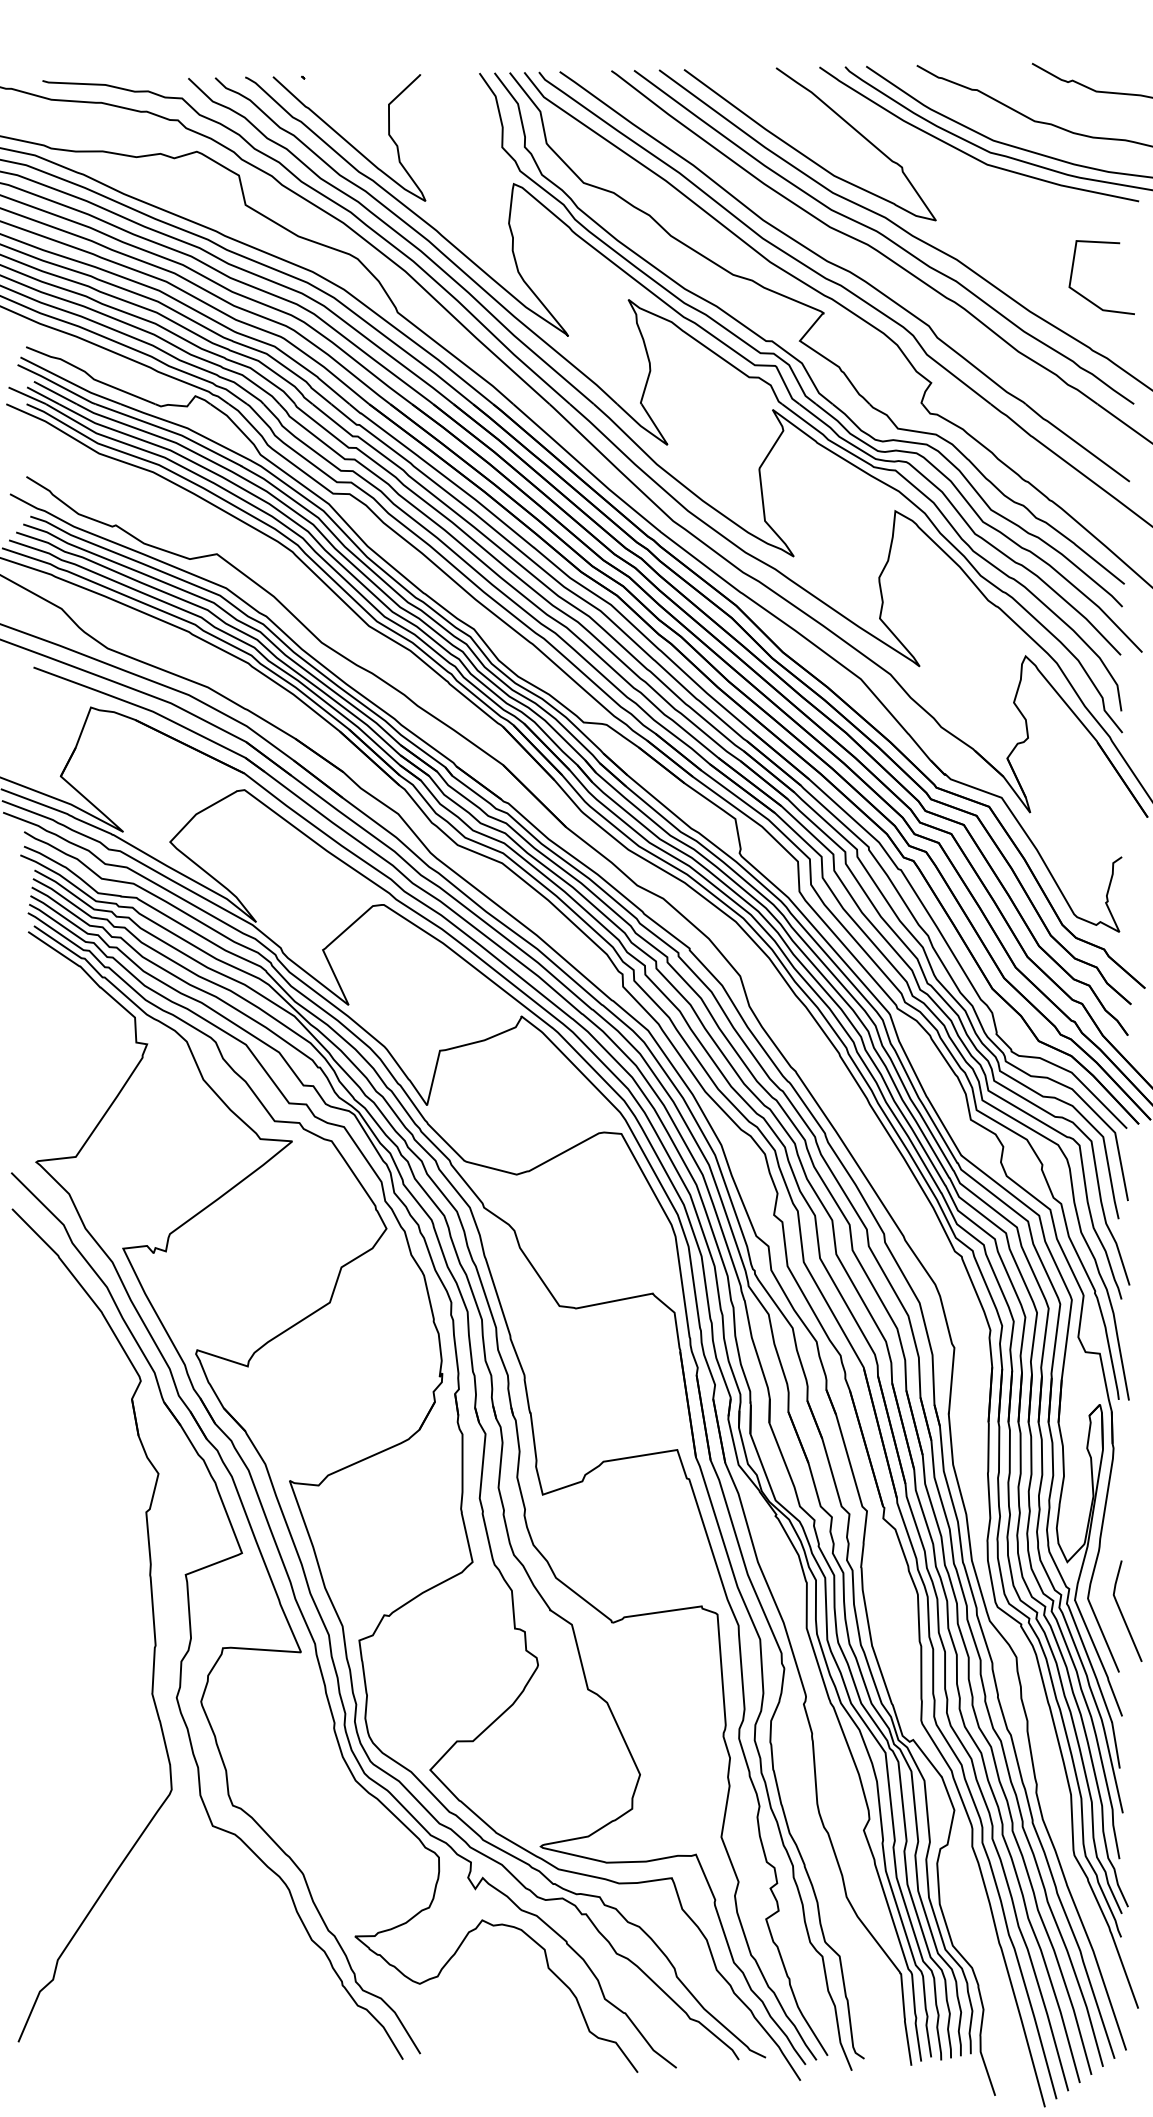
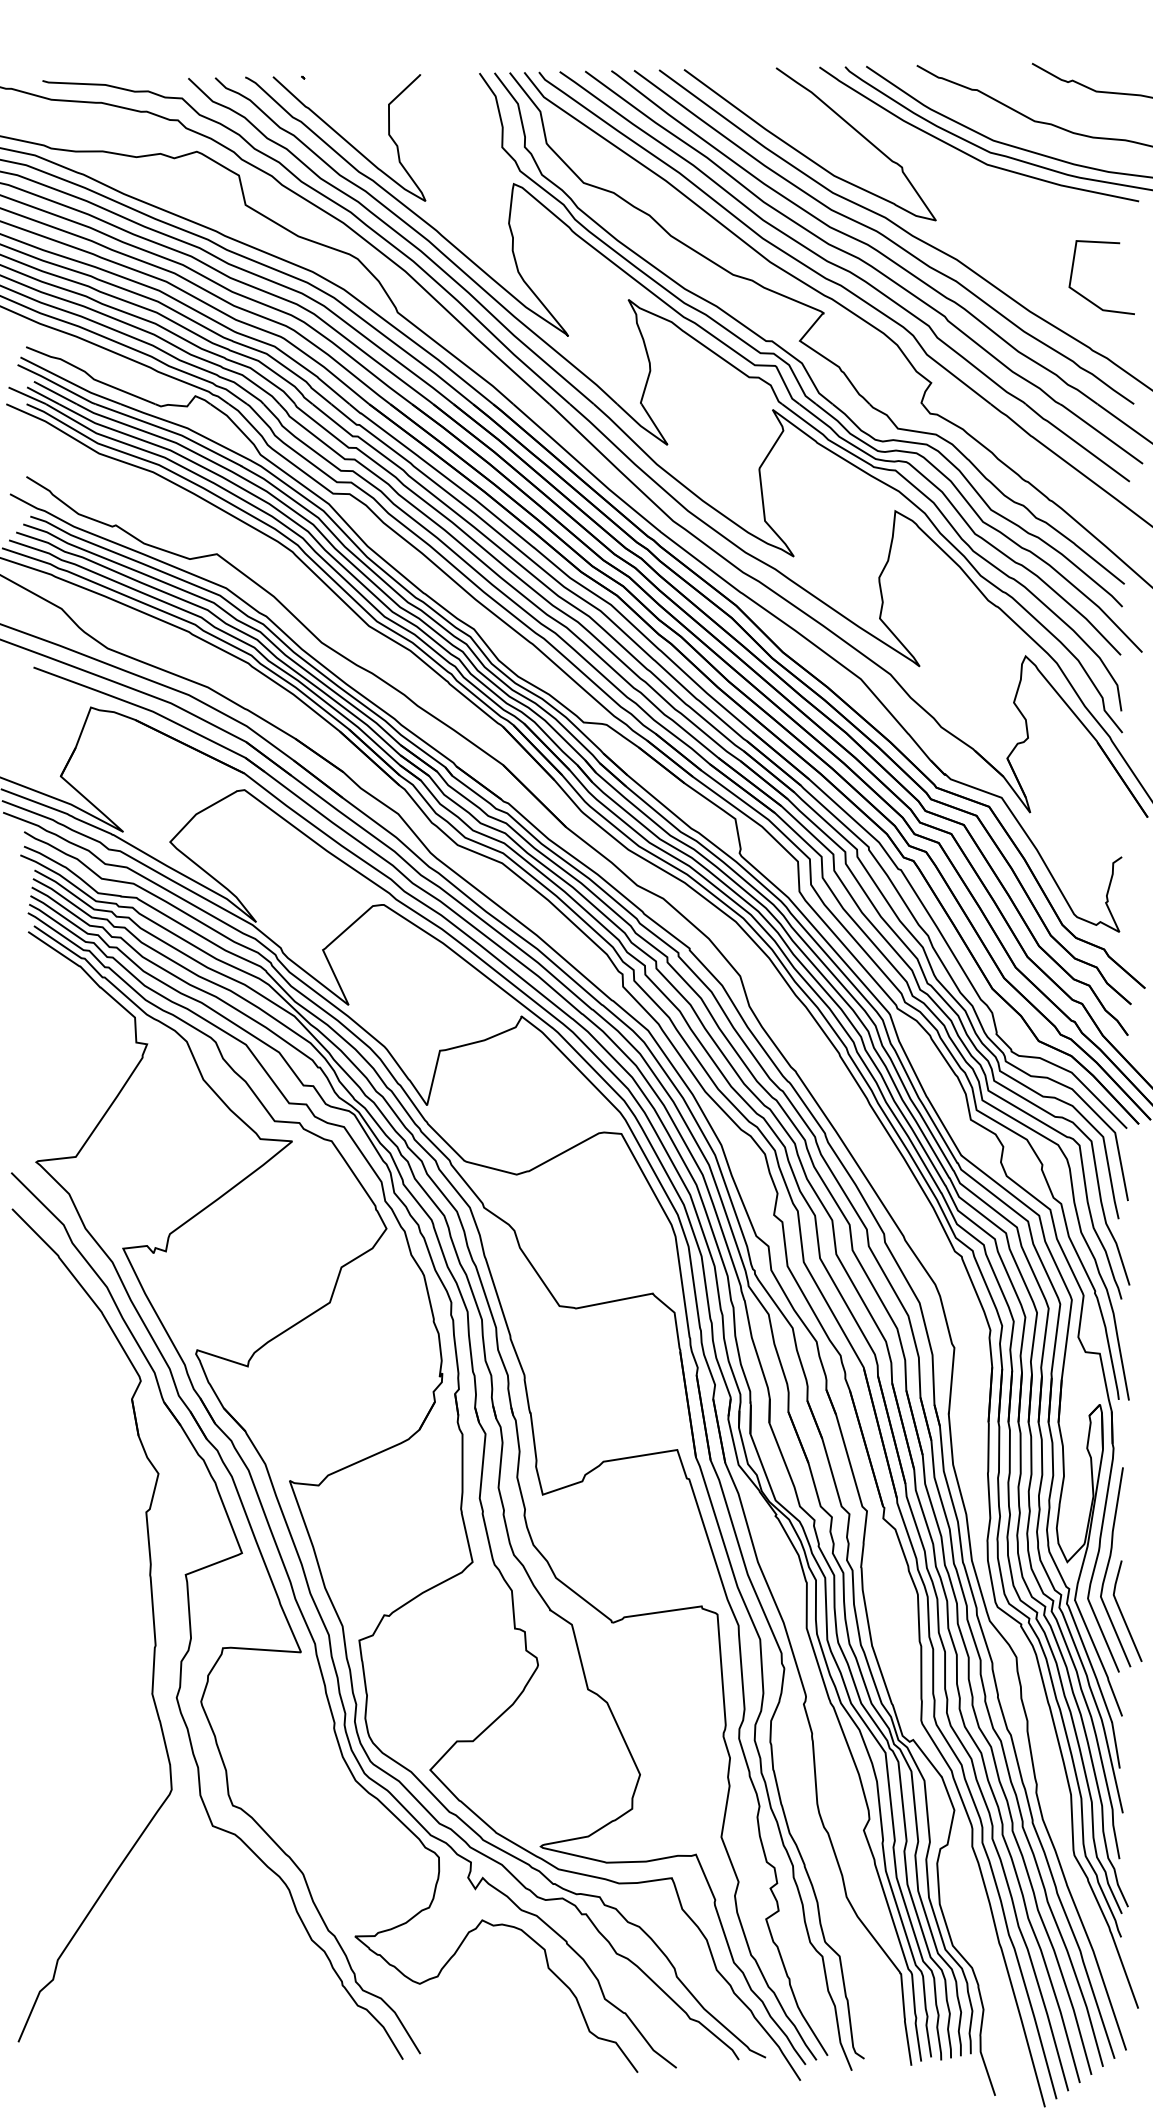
part at (864, 267): none -> present
curve at (1108, 1567): none -> present
